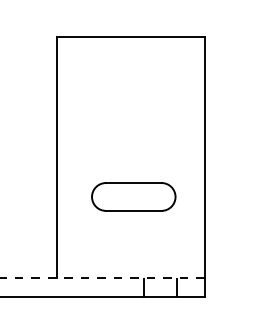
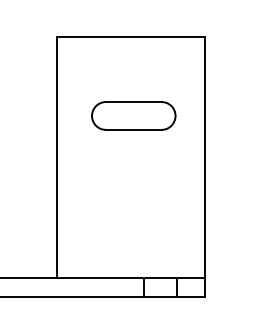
part at (133, 196) position: (133, 196) -> (133, 115)
line at (102, 278): dashed -> solid
